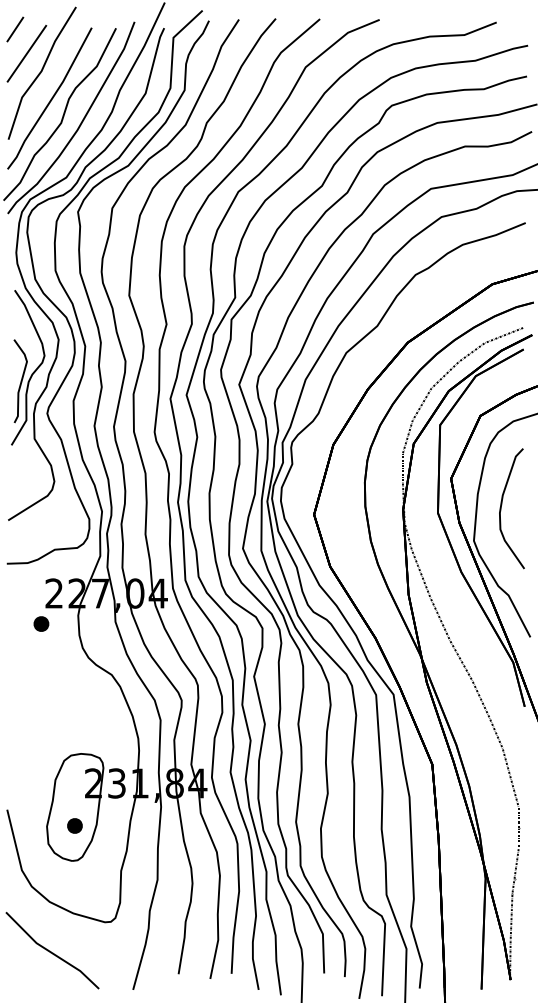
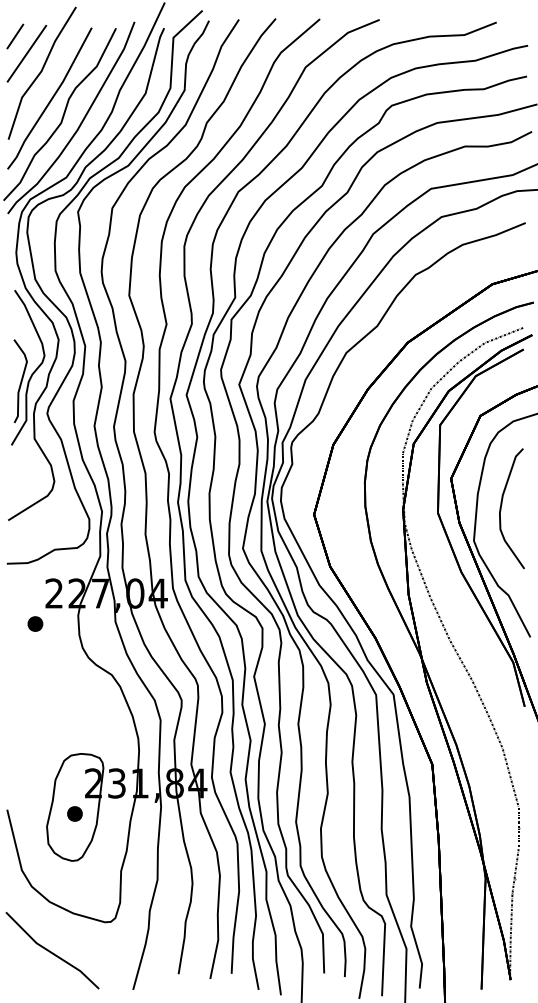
line at (15, 29) position: (15, 29) -> (15, 36)
part at (41, 623) position: (41, 623) -> (35, 623)
part at (74, 825) position: (74, 825) -> (74, 813)
